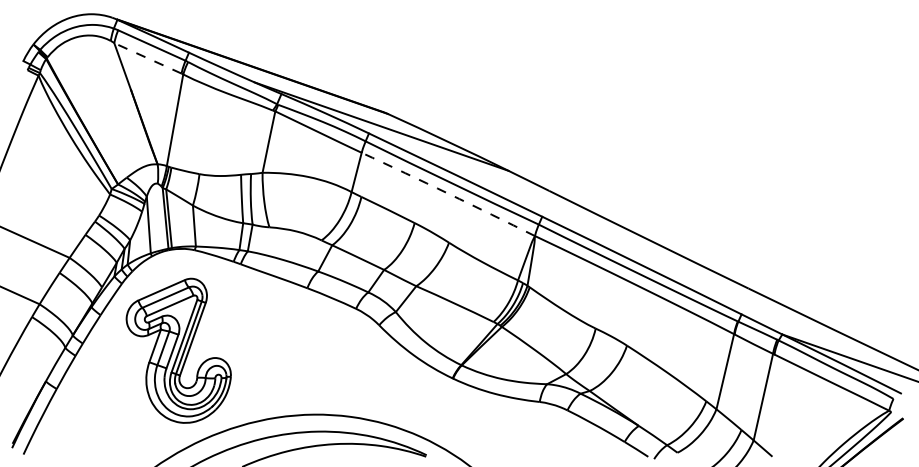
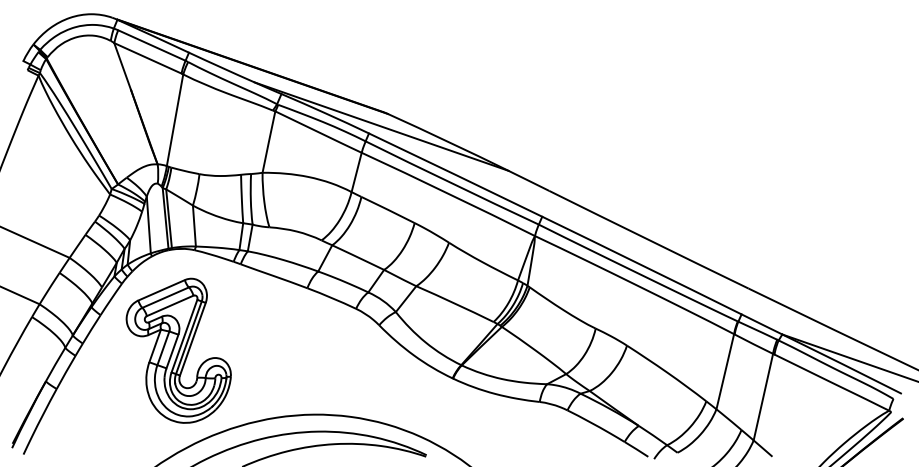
line at (147, 58): dashed -> solid
arc at (448, 193): dashed -> solid
